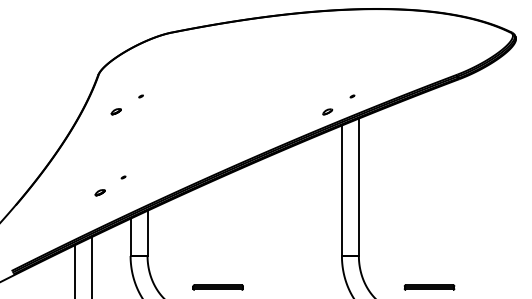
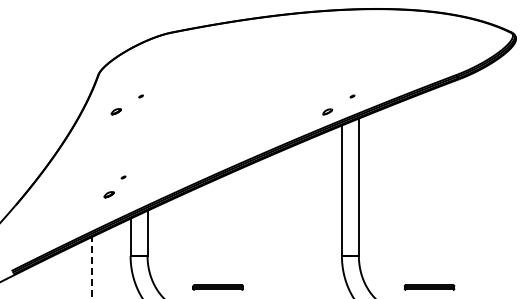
part at (99, 192) position: (99, 192) -> (108, 194)
line at (92, 267): solid -> dashed
line at (75, 270): present -> none
